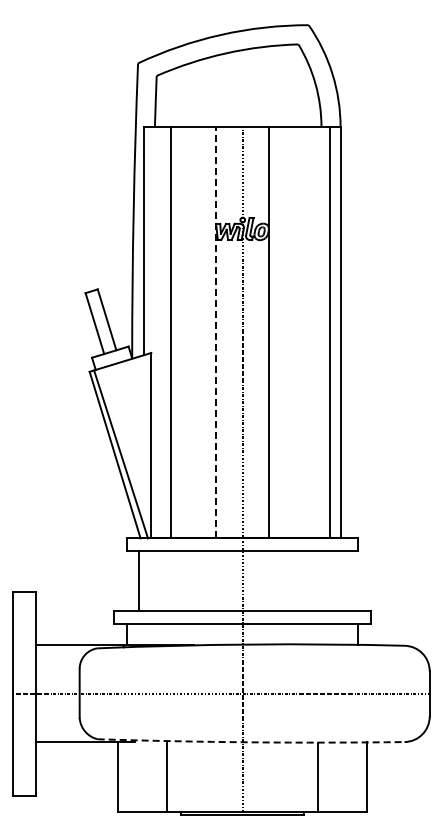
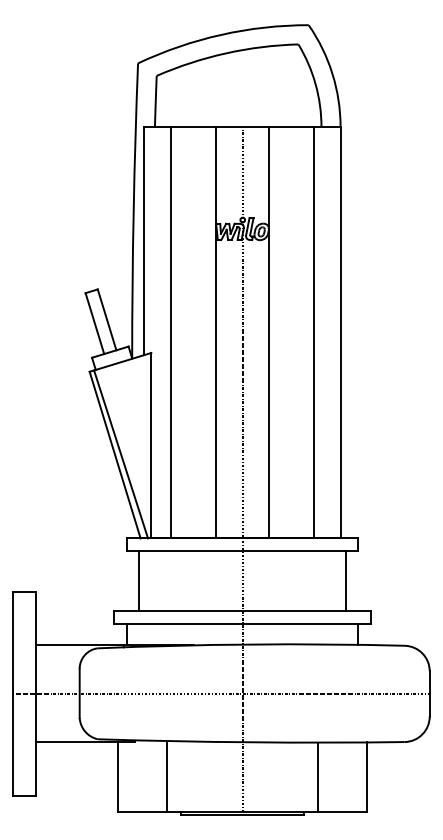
line at (216, 332): dashed -> solid
line at (330, 332) position: (330, 332) -> (314, 332)
line at (345, 581): none -> present
arc at (251, 742): dashed -> solid
